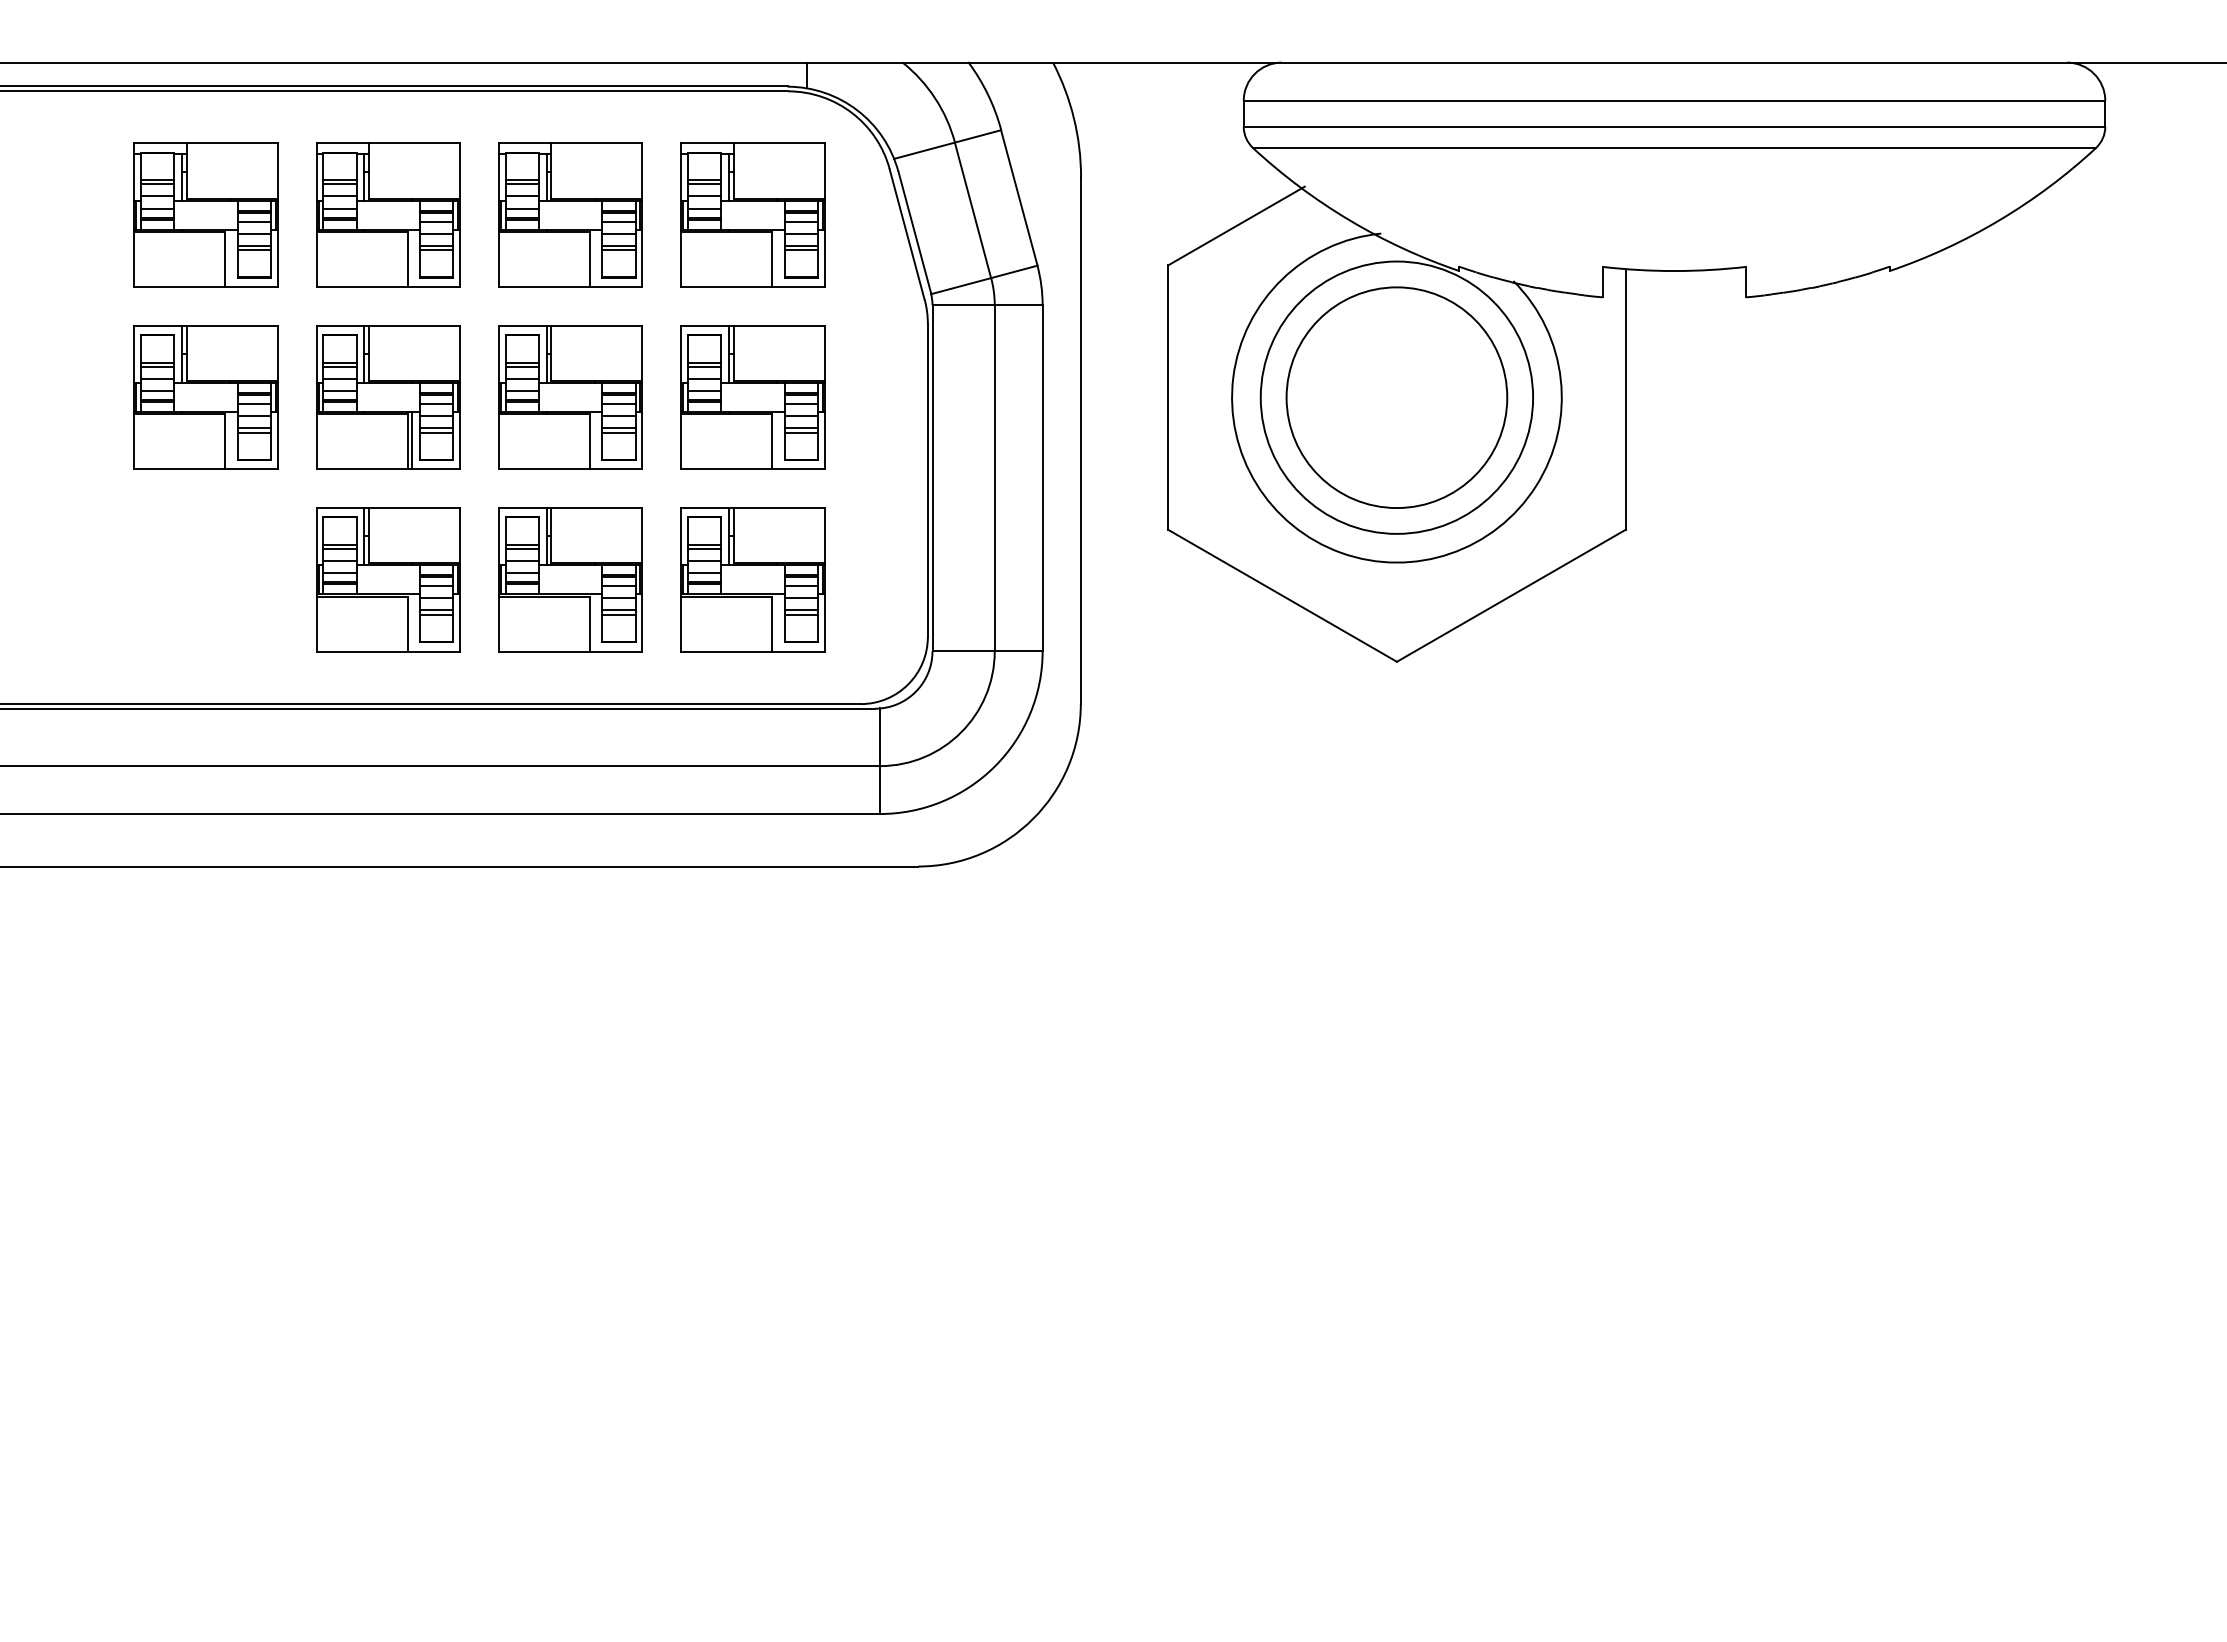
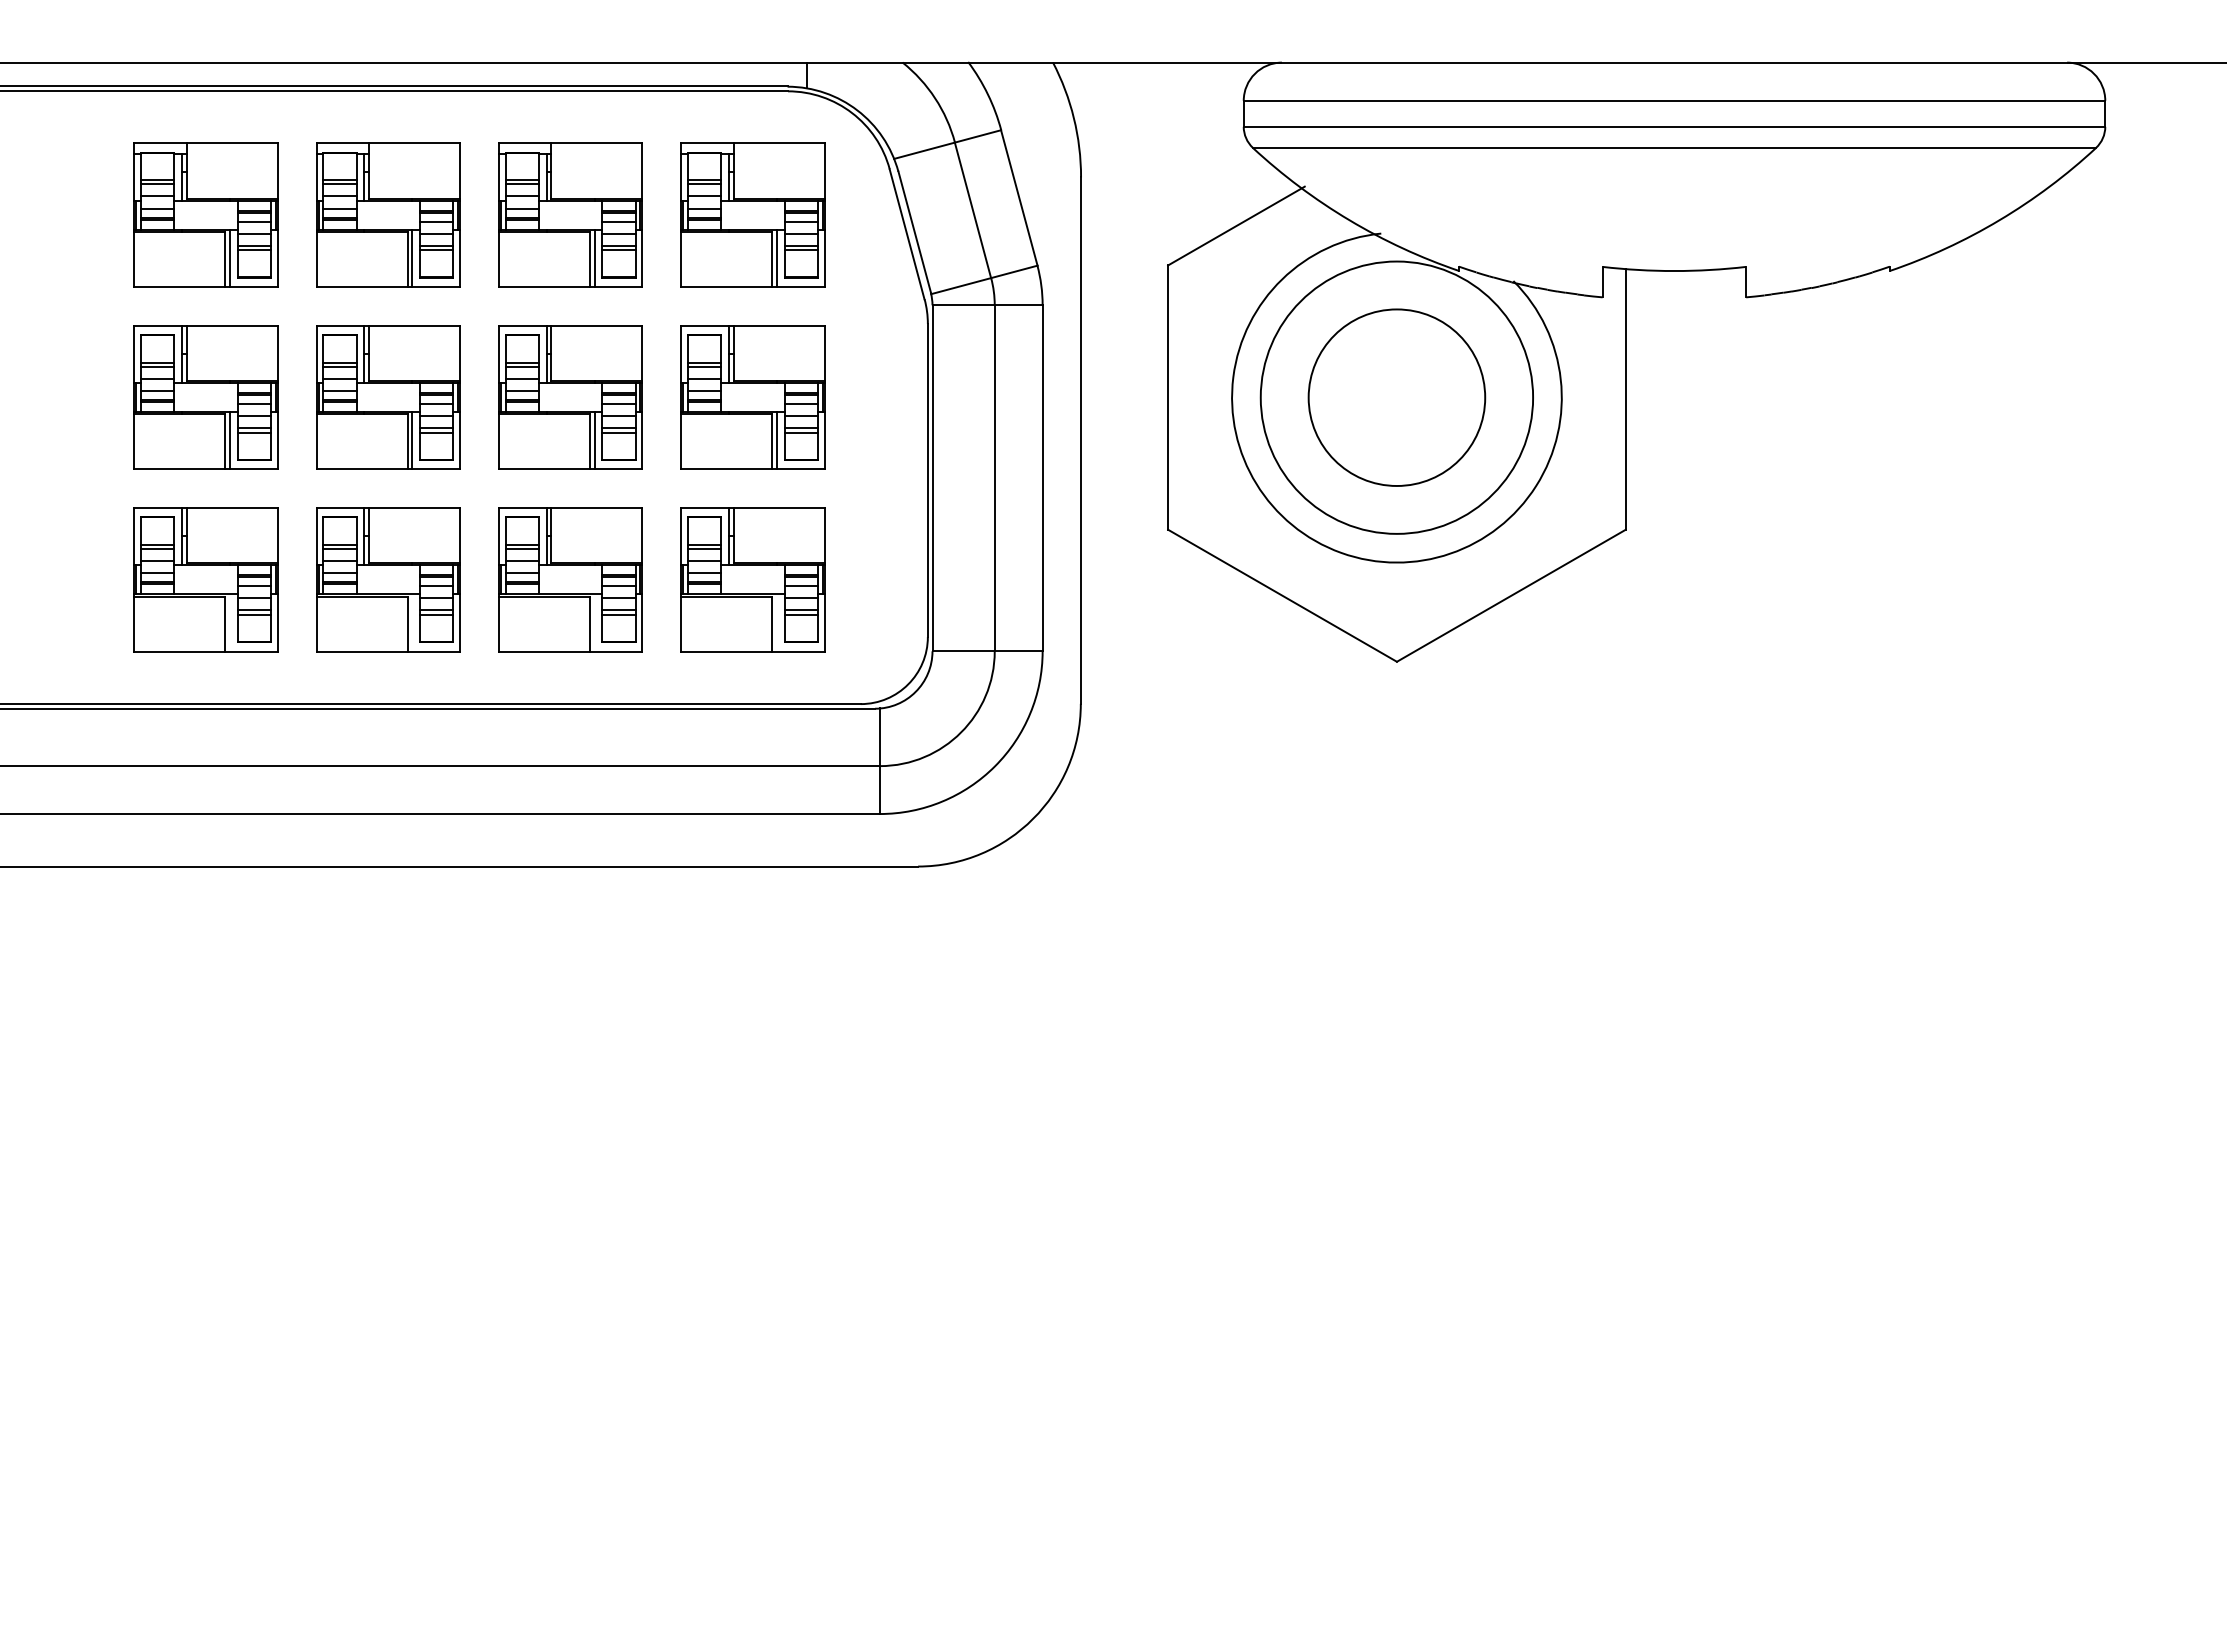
line at (229, 258): none -> present
line at (412, 258): none -> present
line at (594, 258): none -> present
line at (776, 258): none -> present
circle at (1396, 397) diameter: 221 px -> 177 px
line at (229, 440): none -> present
line at (594, 440): none -> present
line at (776, 440): none -> present
part at (205, 579): none -> present
